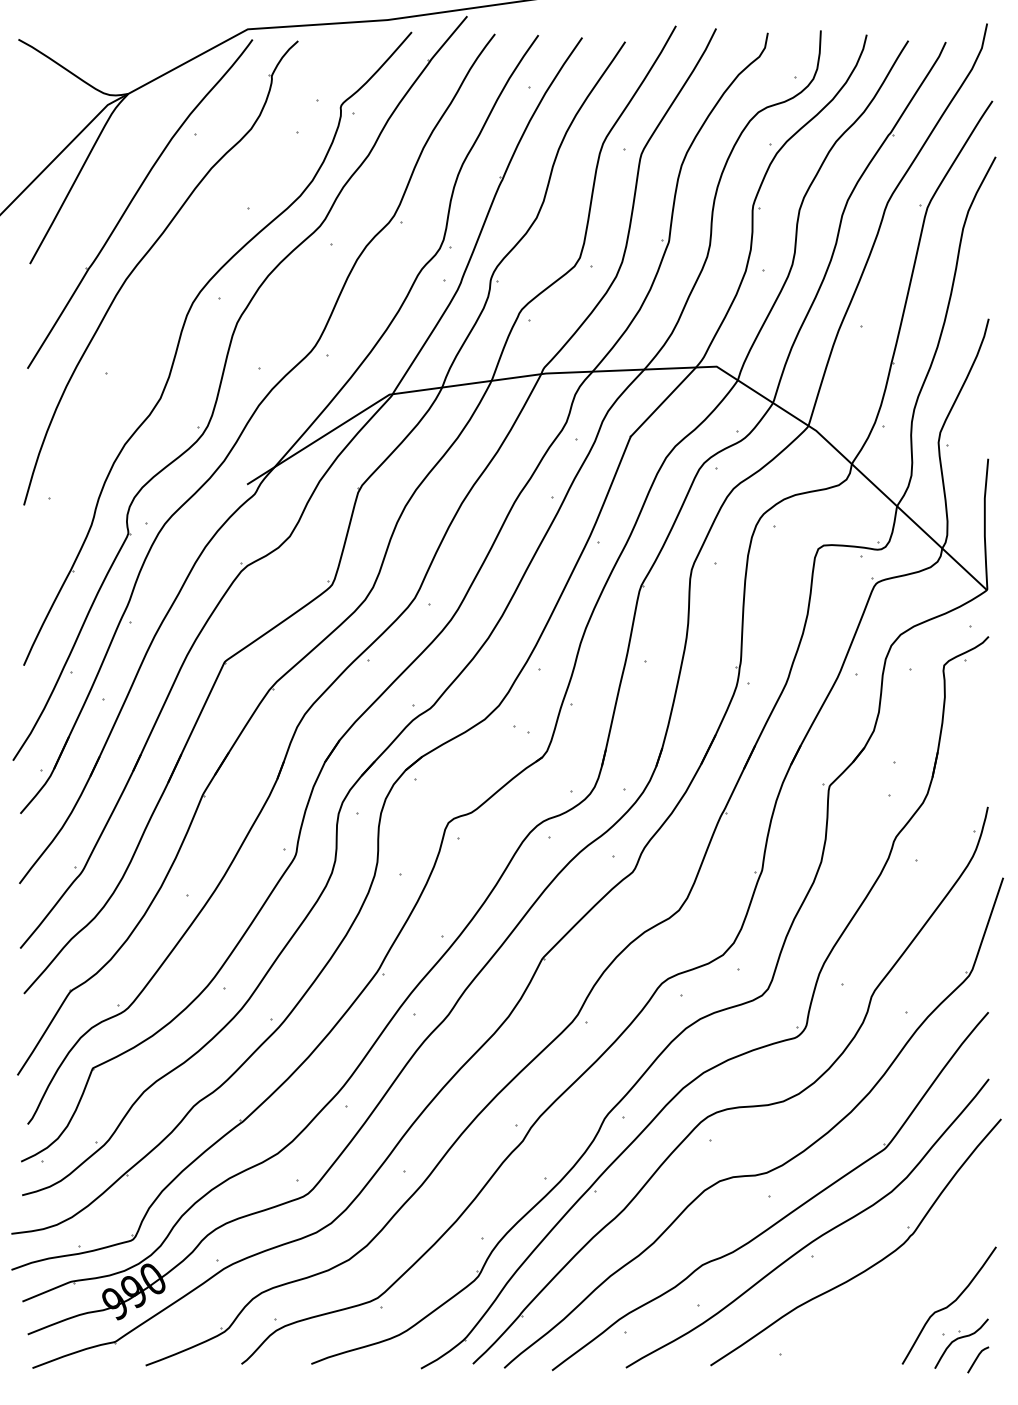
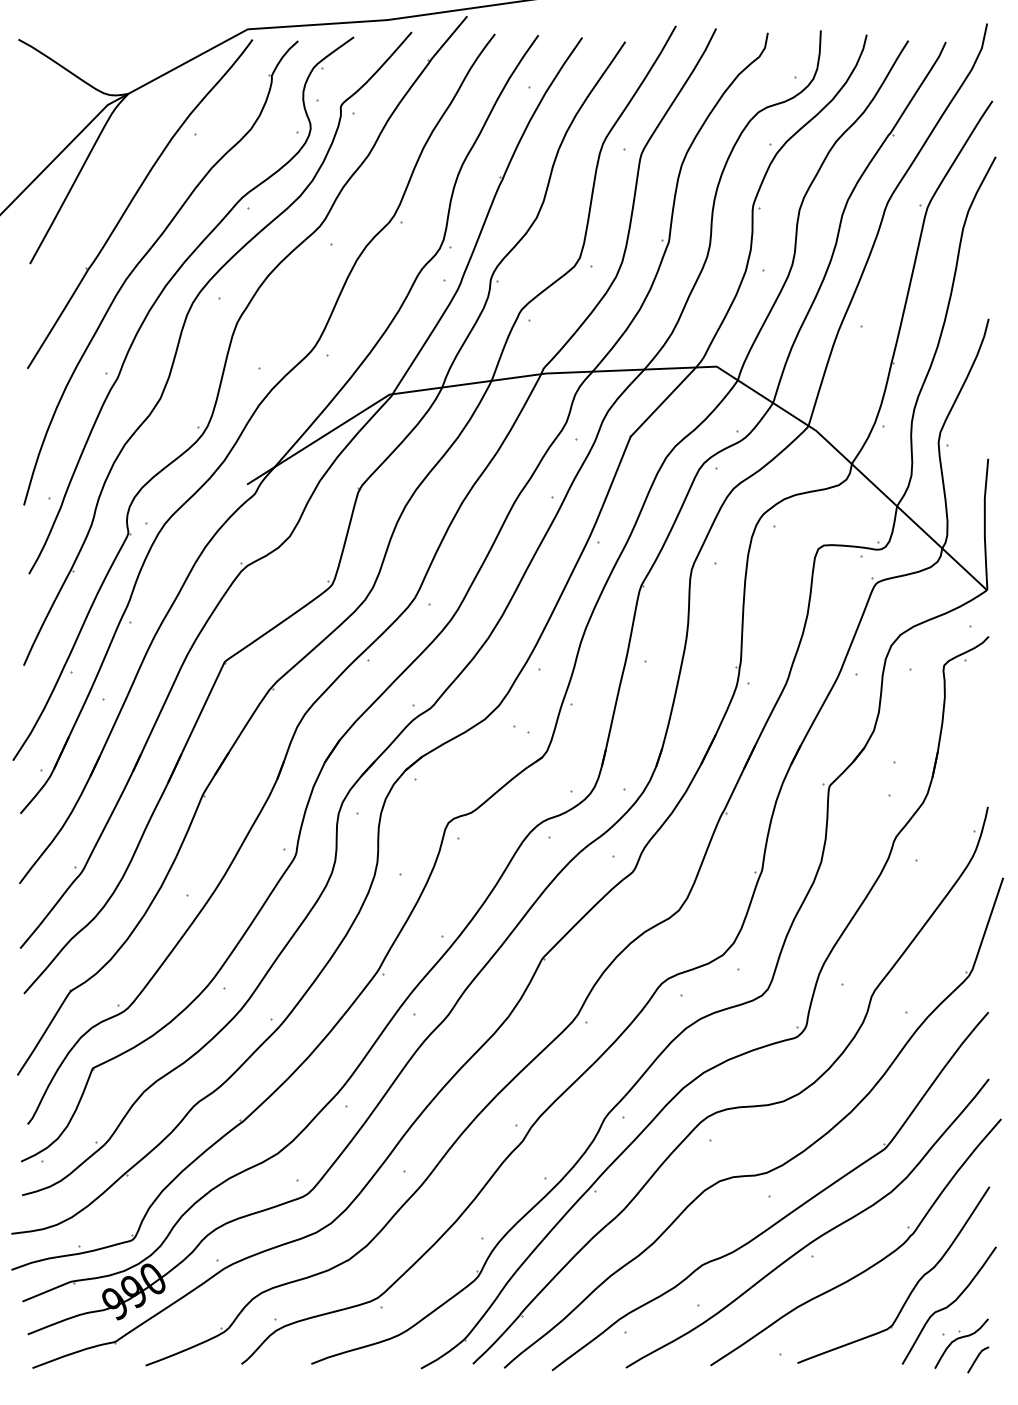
part at (165, 288): none -> present
part at (912, 1288): none -> present
